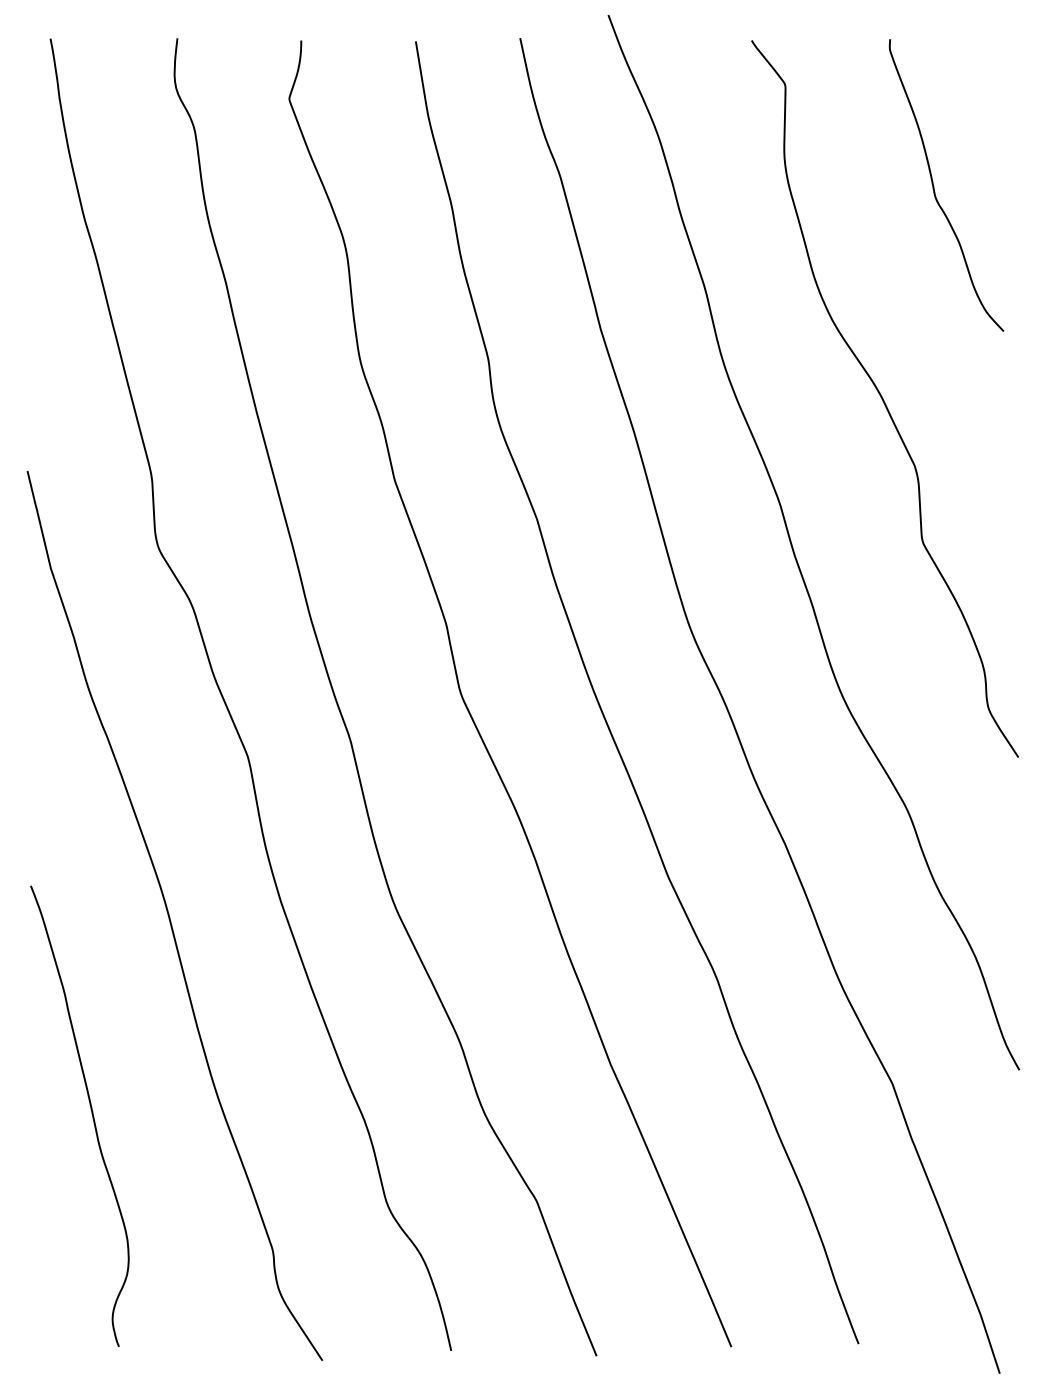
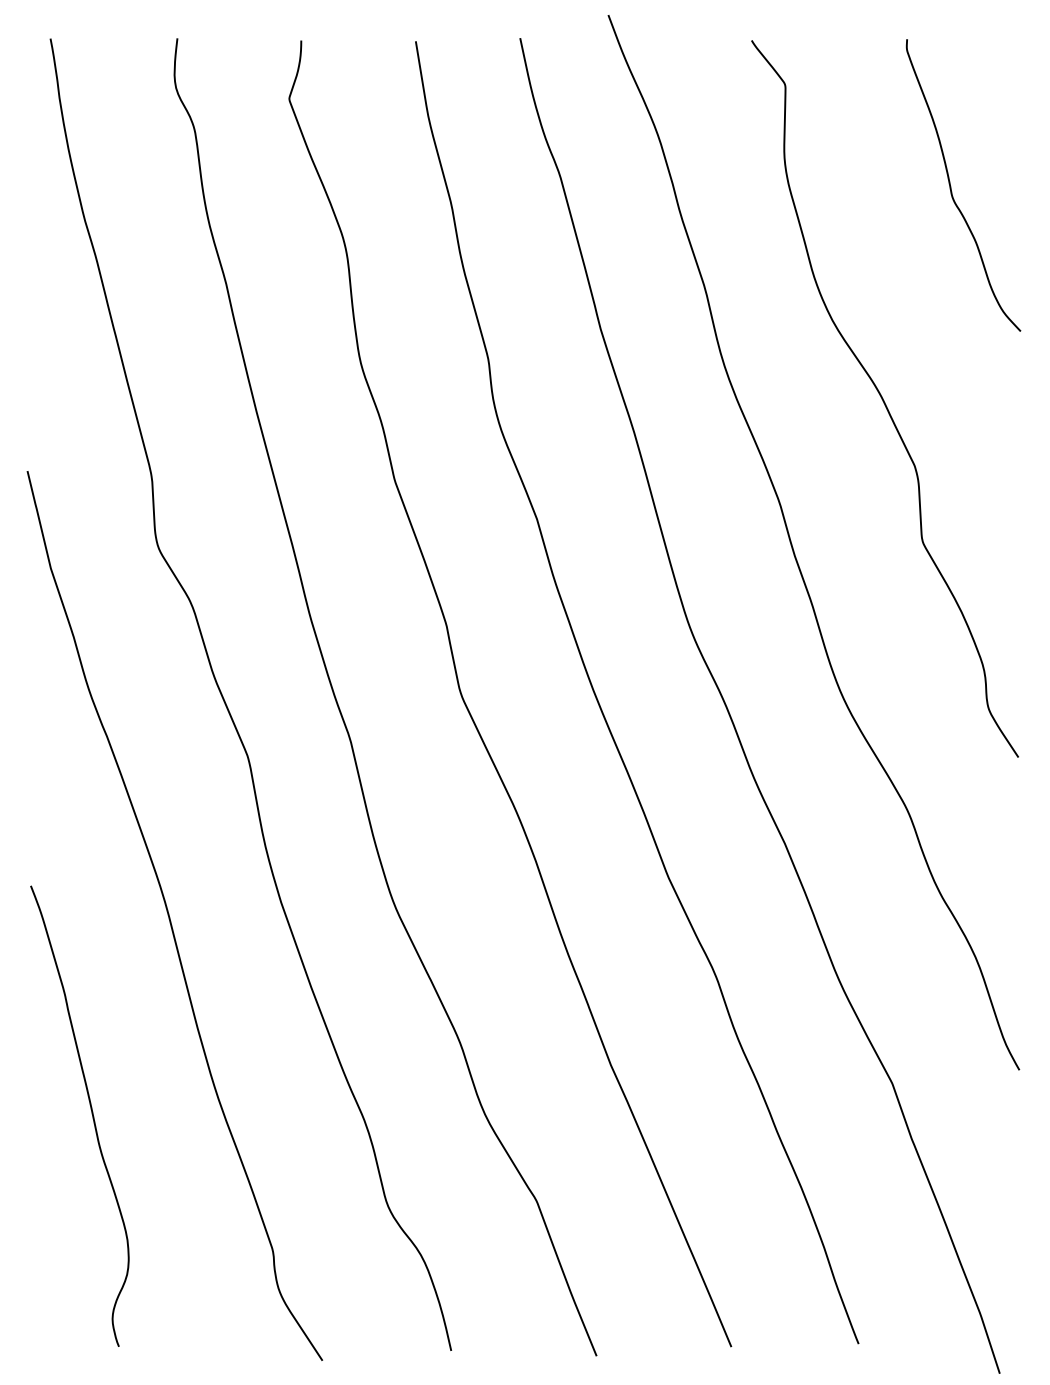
curve at (934, 186) position: (934, 186) -> (951, 186)
